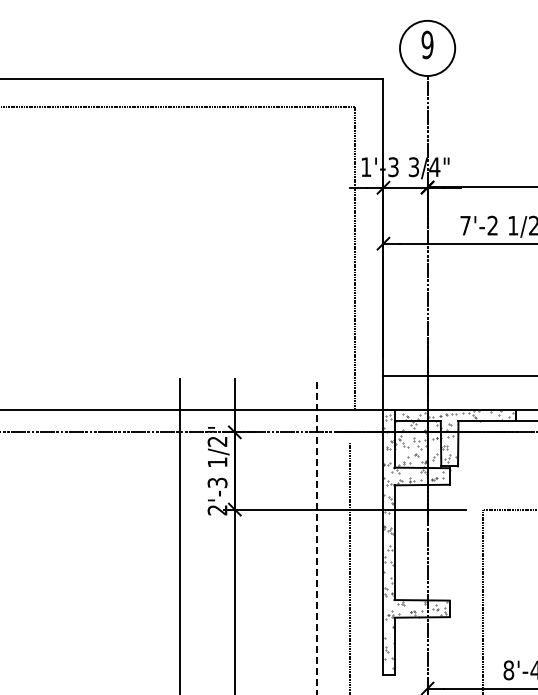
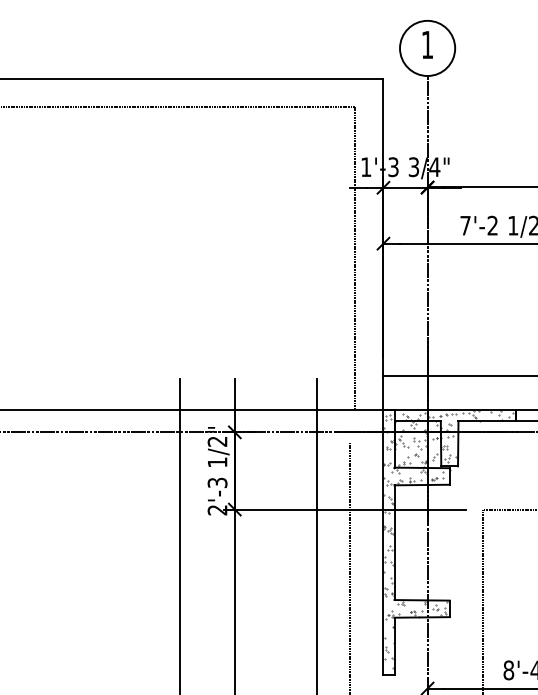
text at (427, 44): 9 -> 1
line at (317, 536): dashed -> solid
